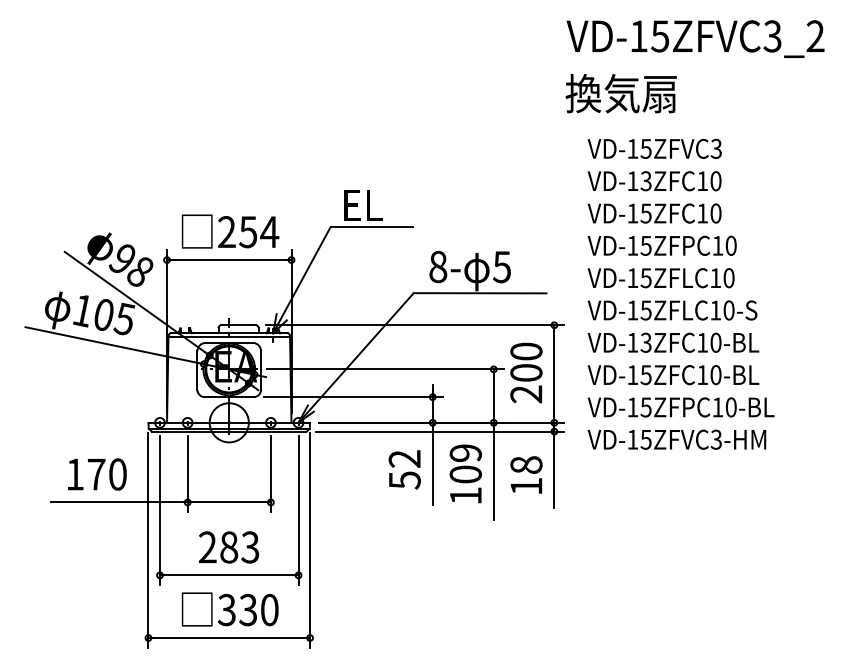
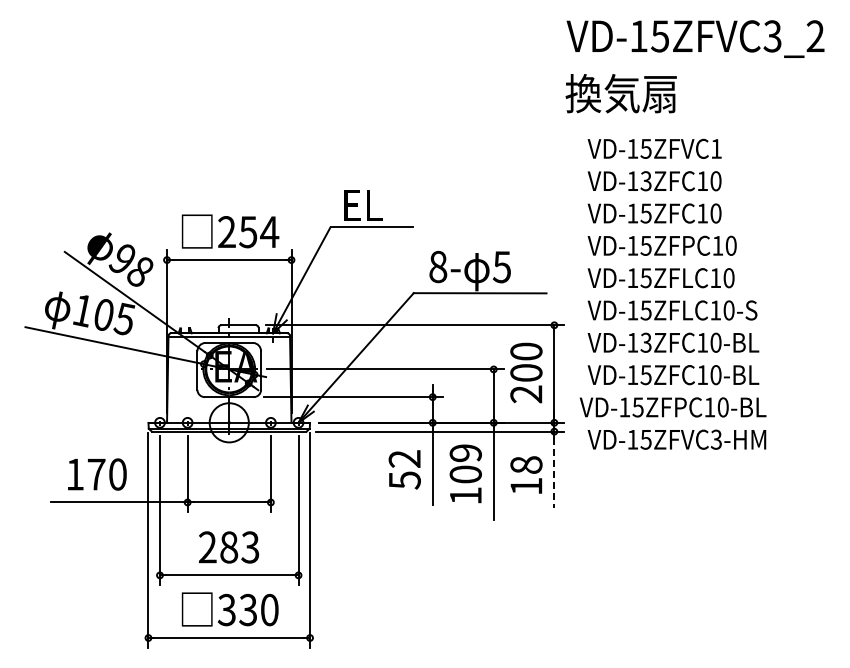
text at (715, 148): VD-15ZFVC3 -> VD-15ZFVC1
text at (680, 407) position: (680, 407) -> (672, 407)
line at (554, 473): solid -> dashed
